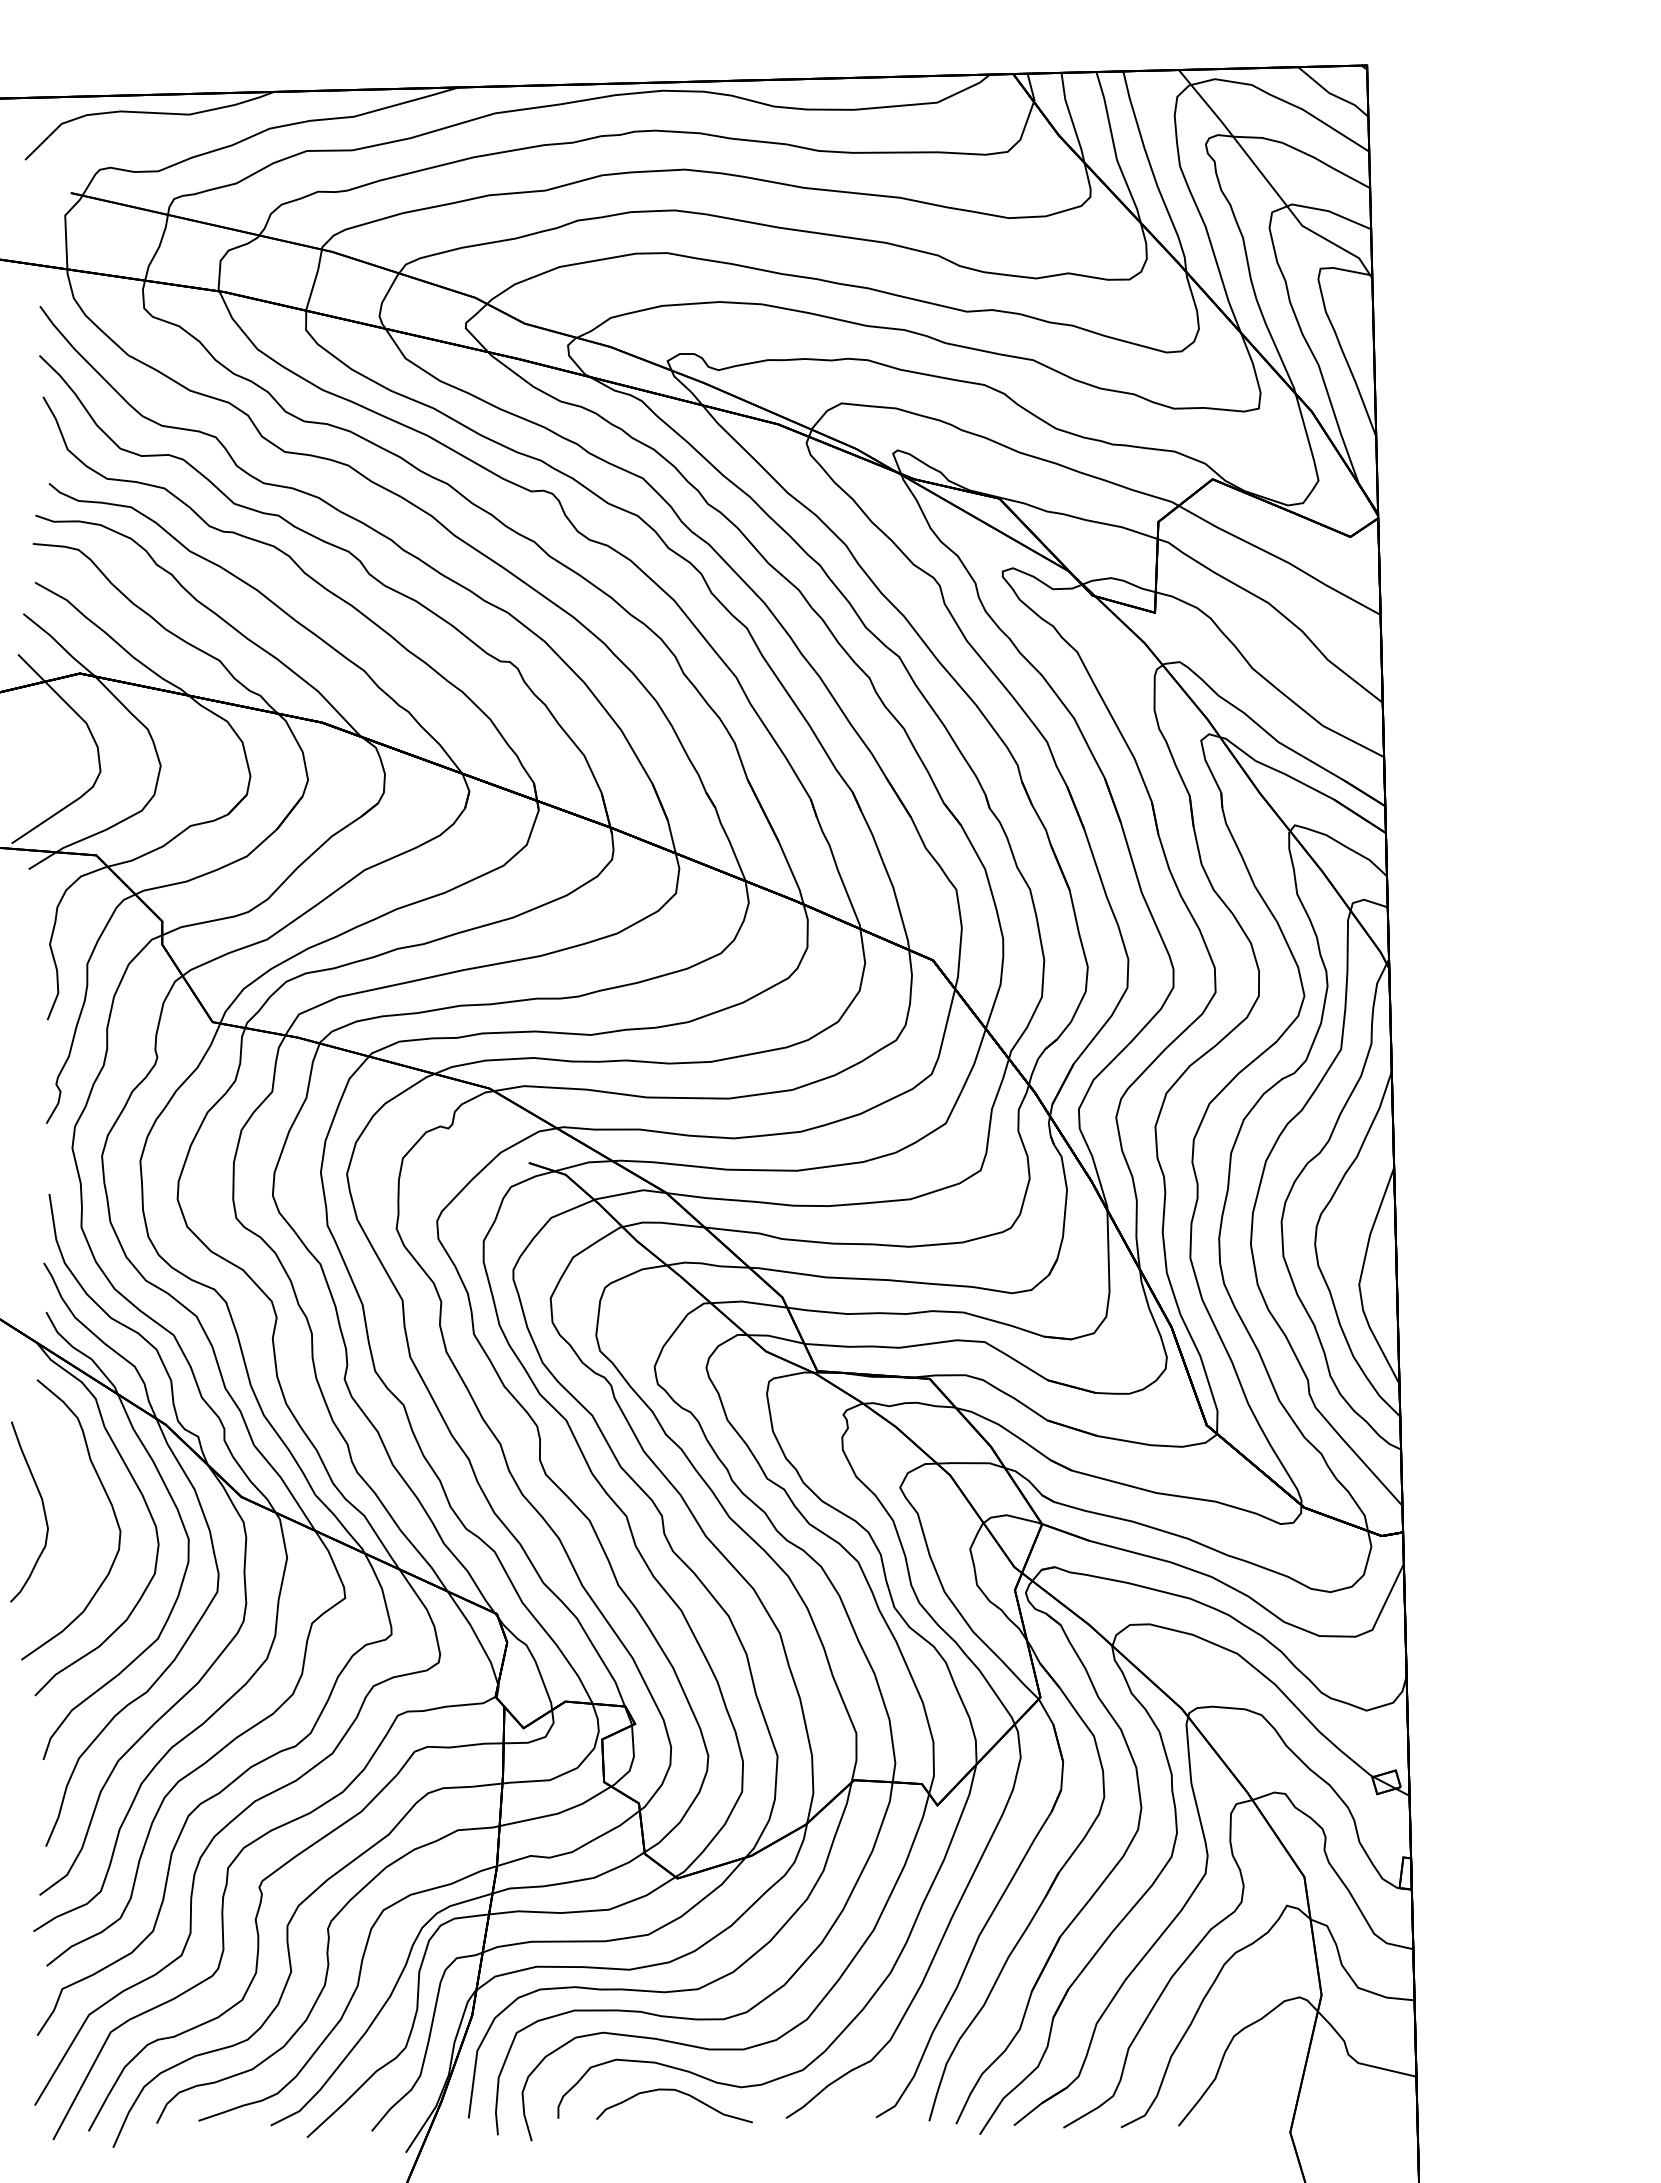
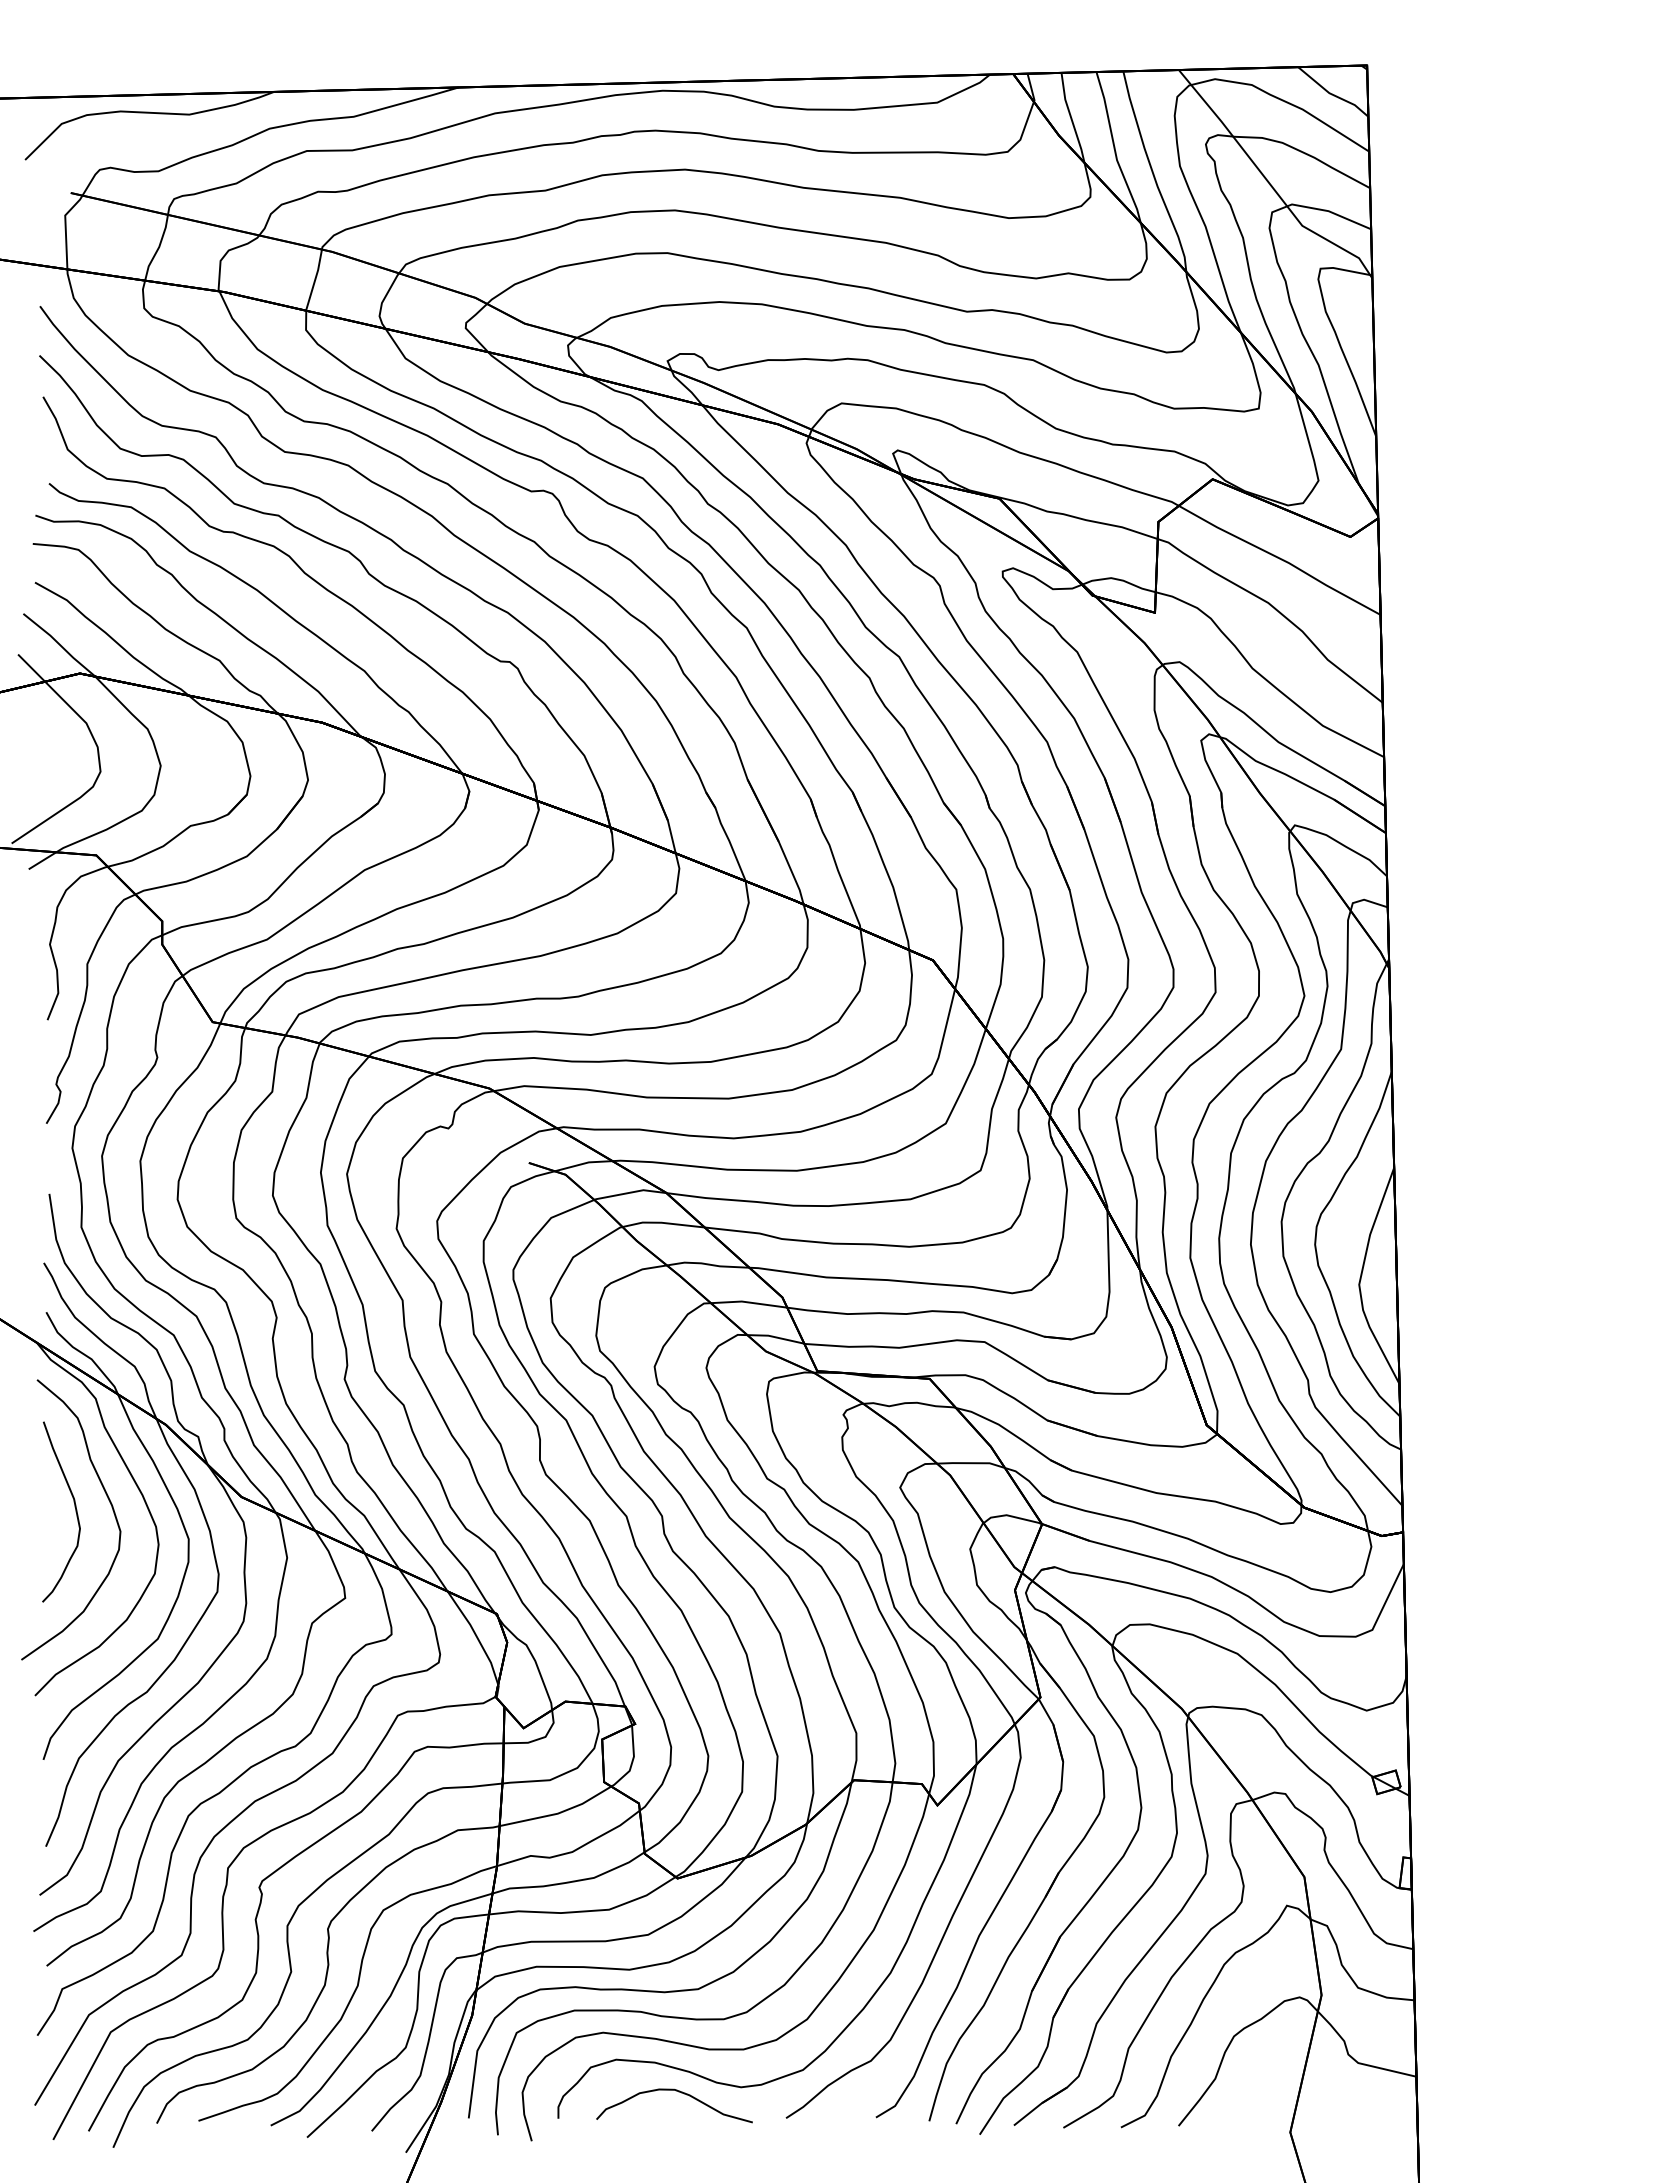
curve at (42, 1507) position: (42, 1507) -> (74, 1507)
